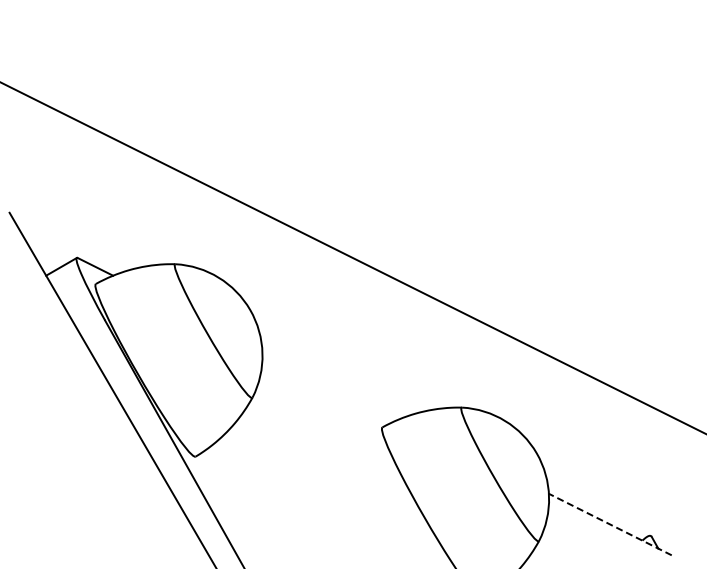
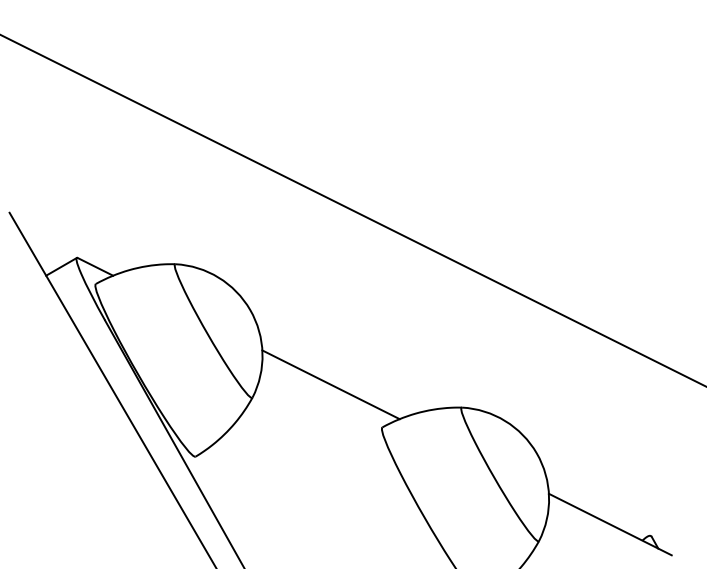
line at (352, 257) position: (352, 257) -> (352, 210)
line at (330, 384): none -> present
line at (610, 524): dashed -> solid
